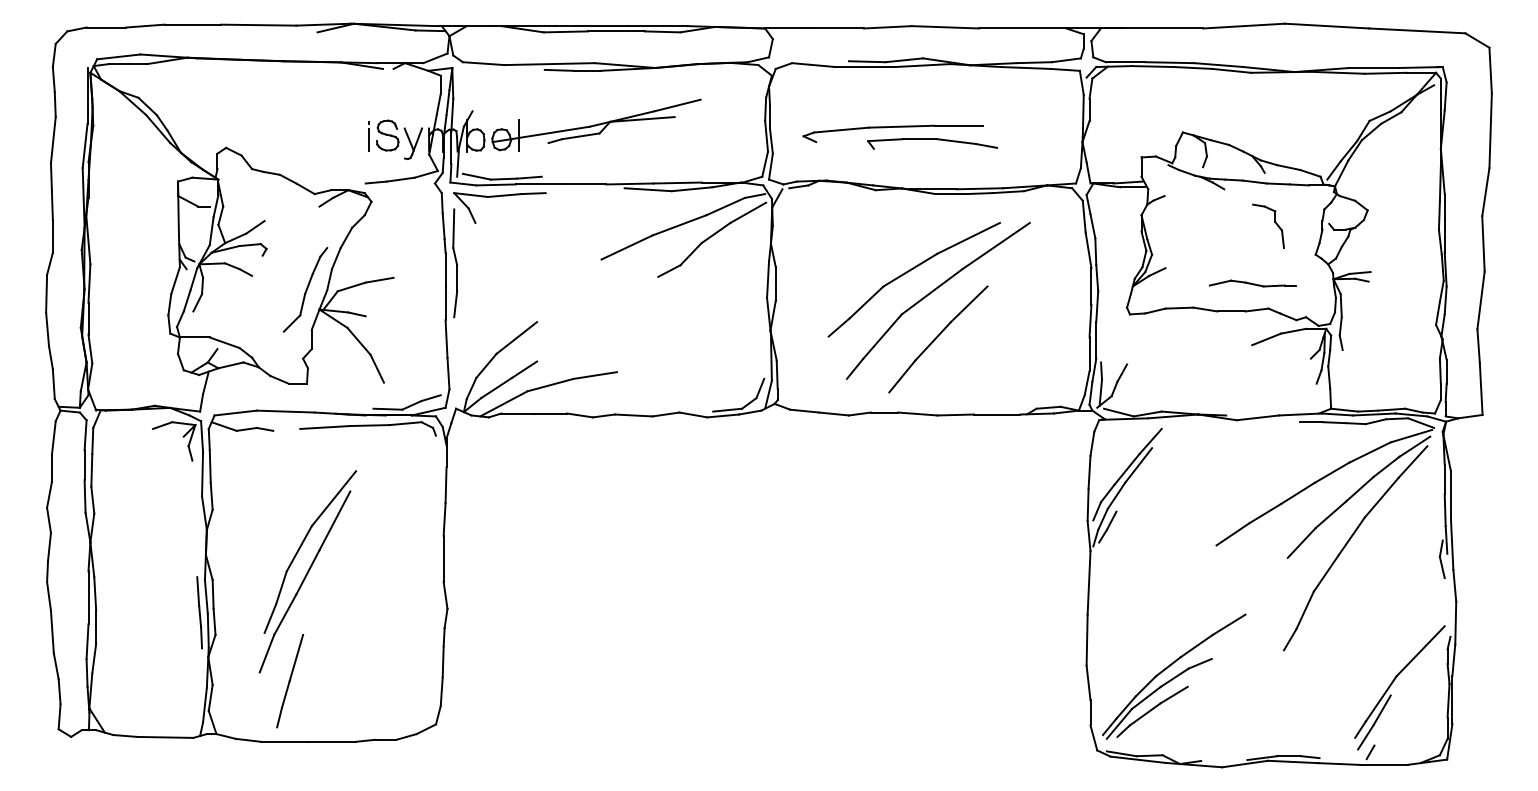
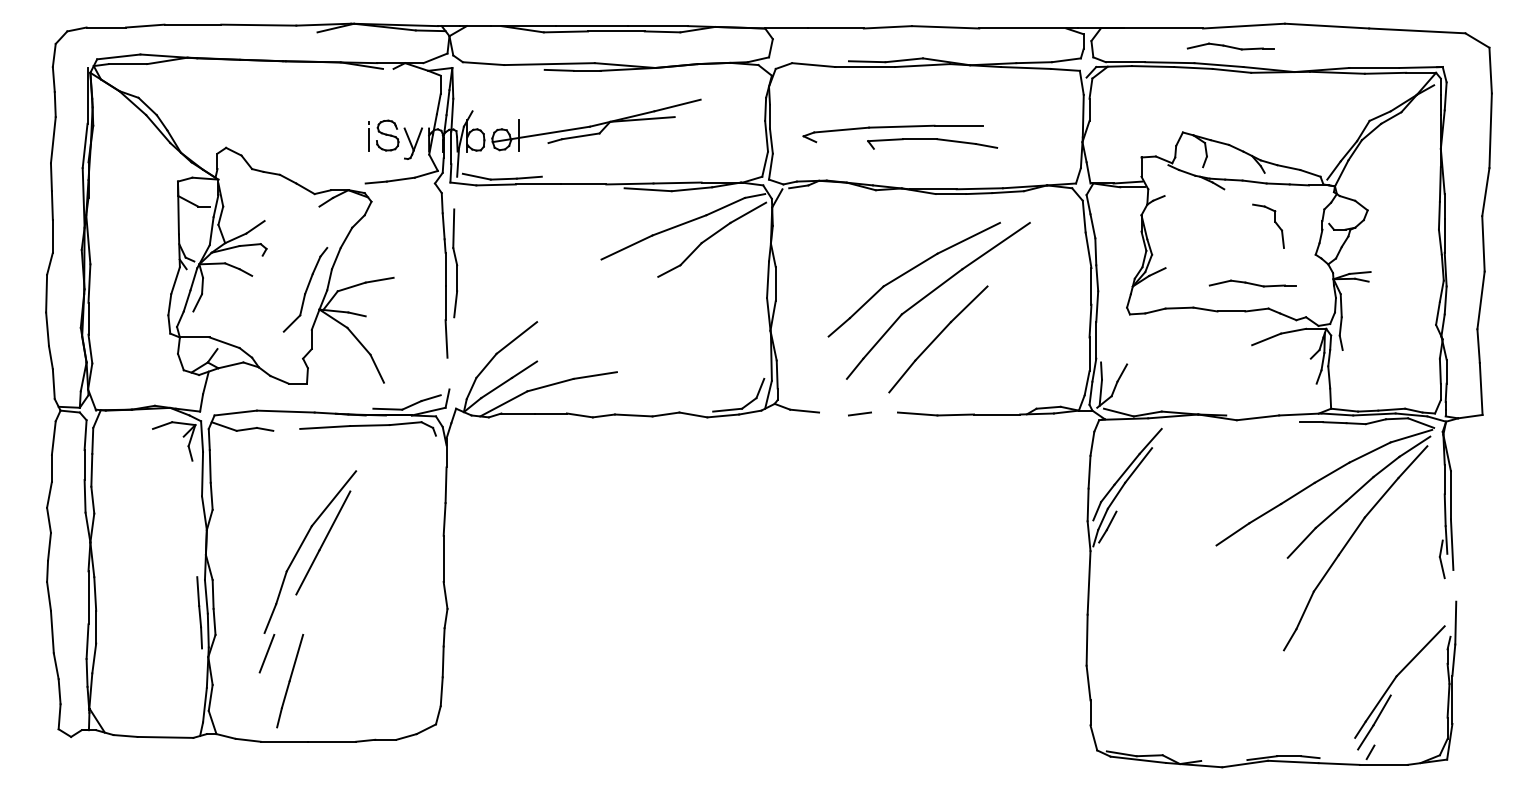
part at (1230, 46): none -> present
part at (496, 197): present -> none
line at (448, 373): present -> none
line at (884, 412): present -> none
line at (833, 413): present -> none
line at (1454, 585): present -> none
line at (285, 614): present -> none
part at (1174, 676): present -> none
